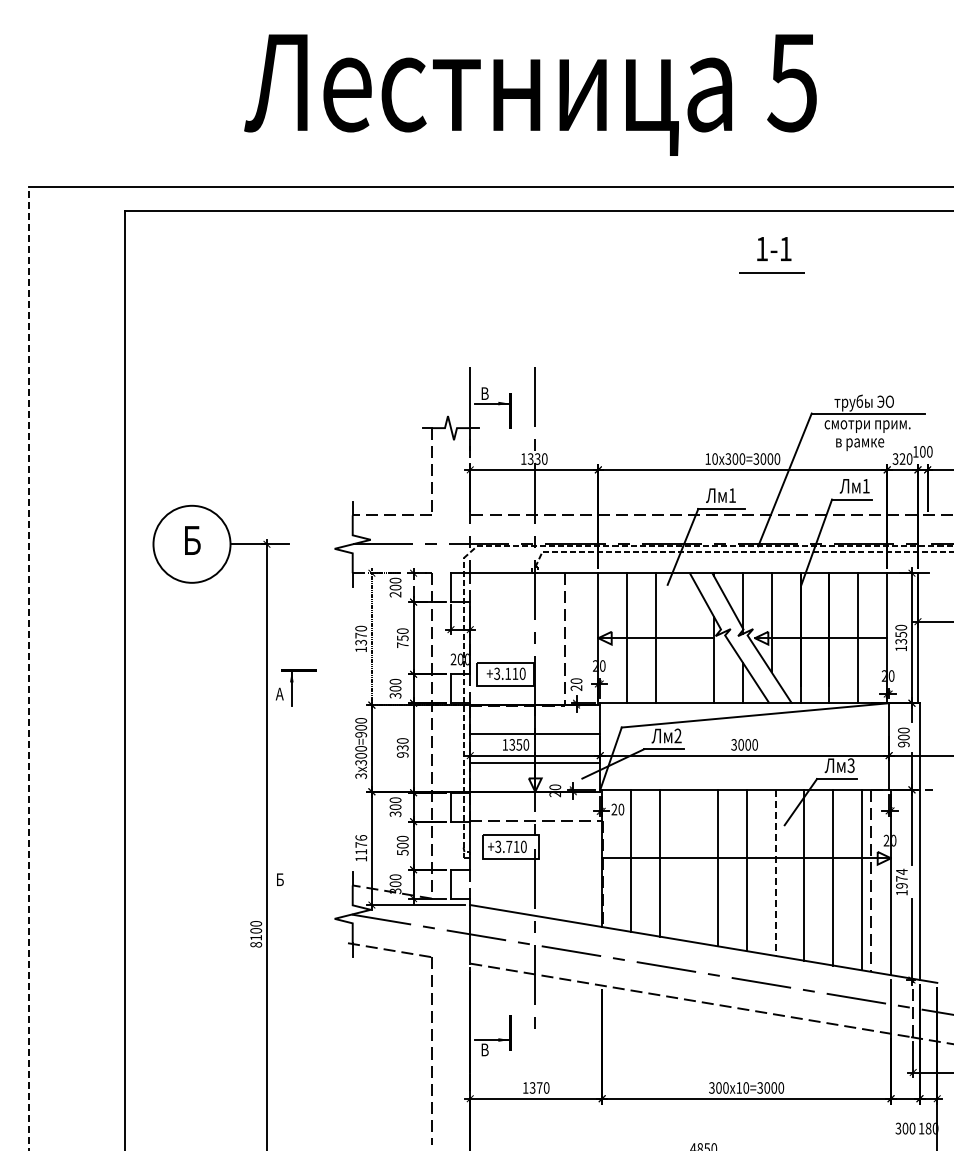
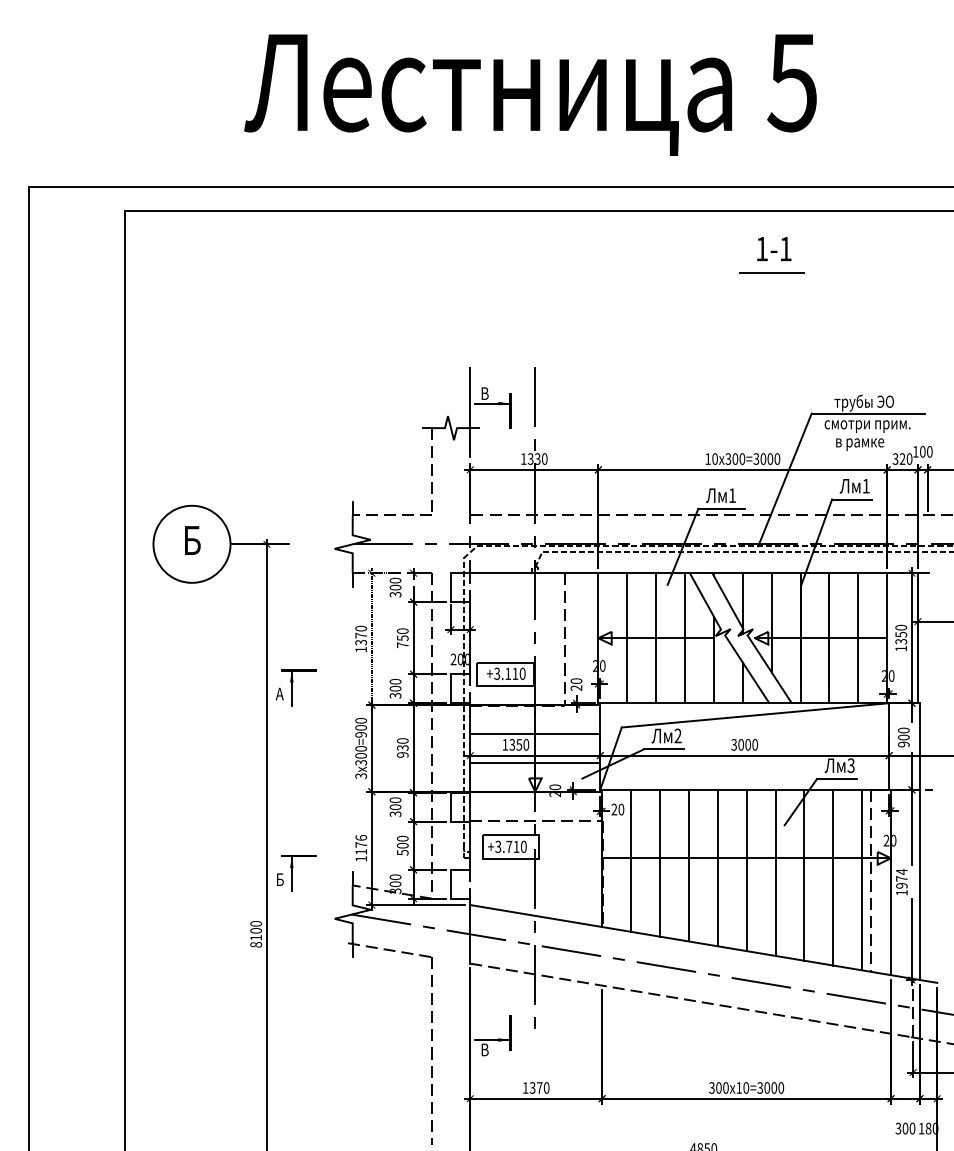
text at (395, 594): 200 -> 300
line at (685, 638): none -> present
line at (28, 668): dashed -> solid
line at (688, 865): none -> present
part at (298, 873): none -> present
line at (775, 873): dashed -> solid
